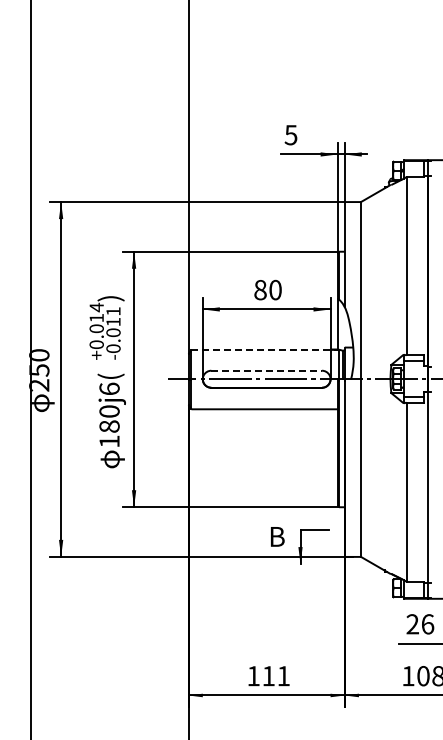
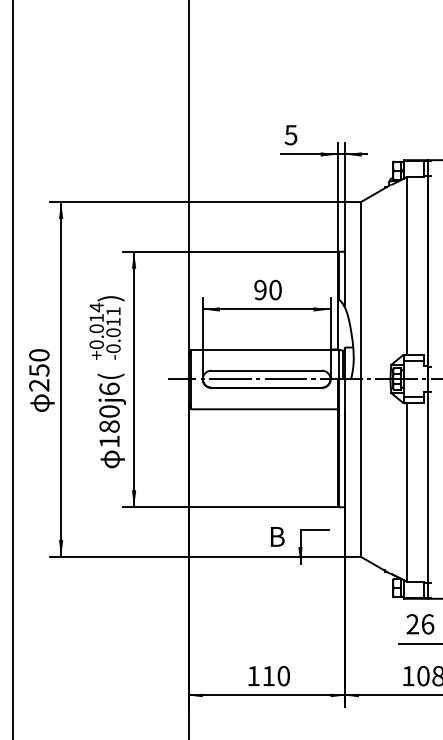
text at (260, 289): 80 -> 90
line at (265, 349): dashed -> solid
line at (31, 369) position: (31, 369) -> (13, 369)
line at (267, 370): dashed -> solid
text at (283, 676): 111 -> 110
